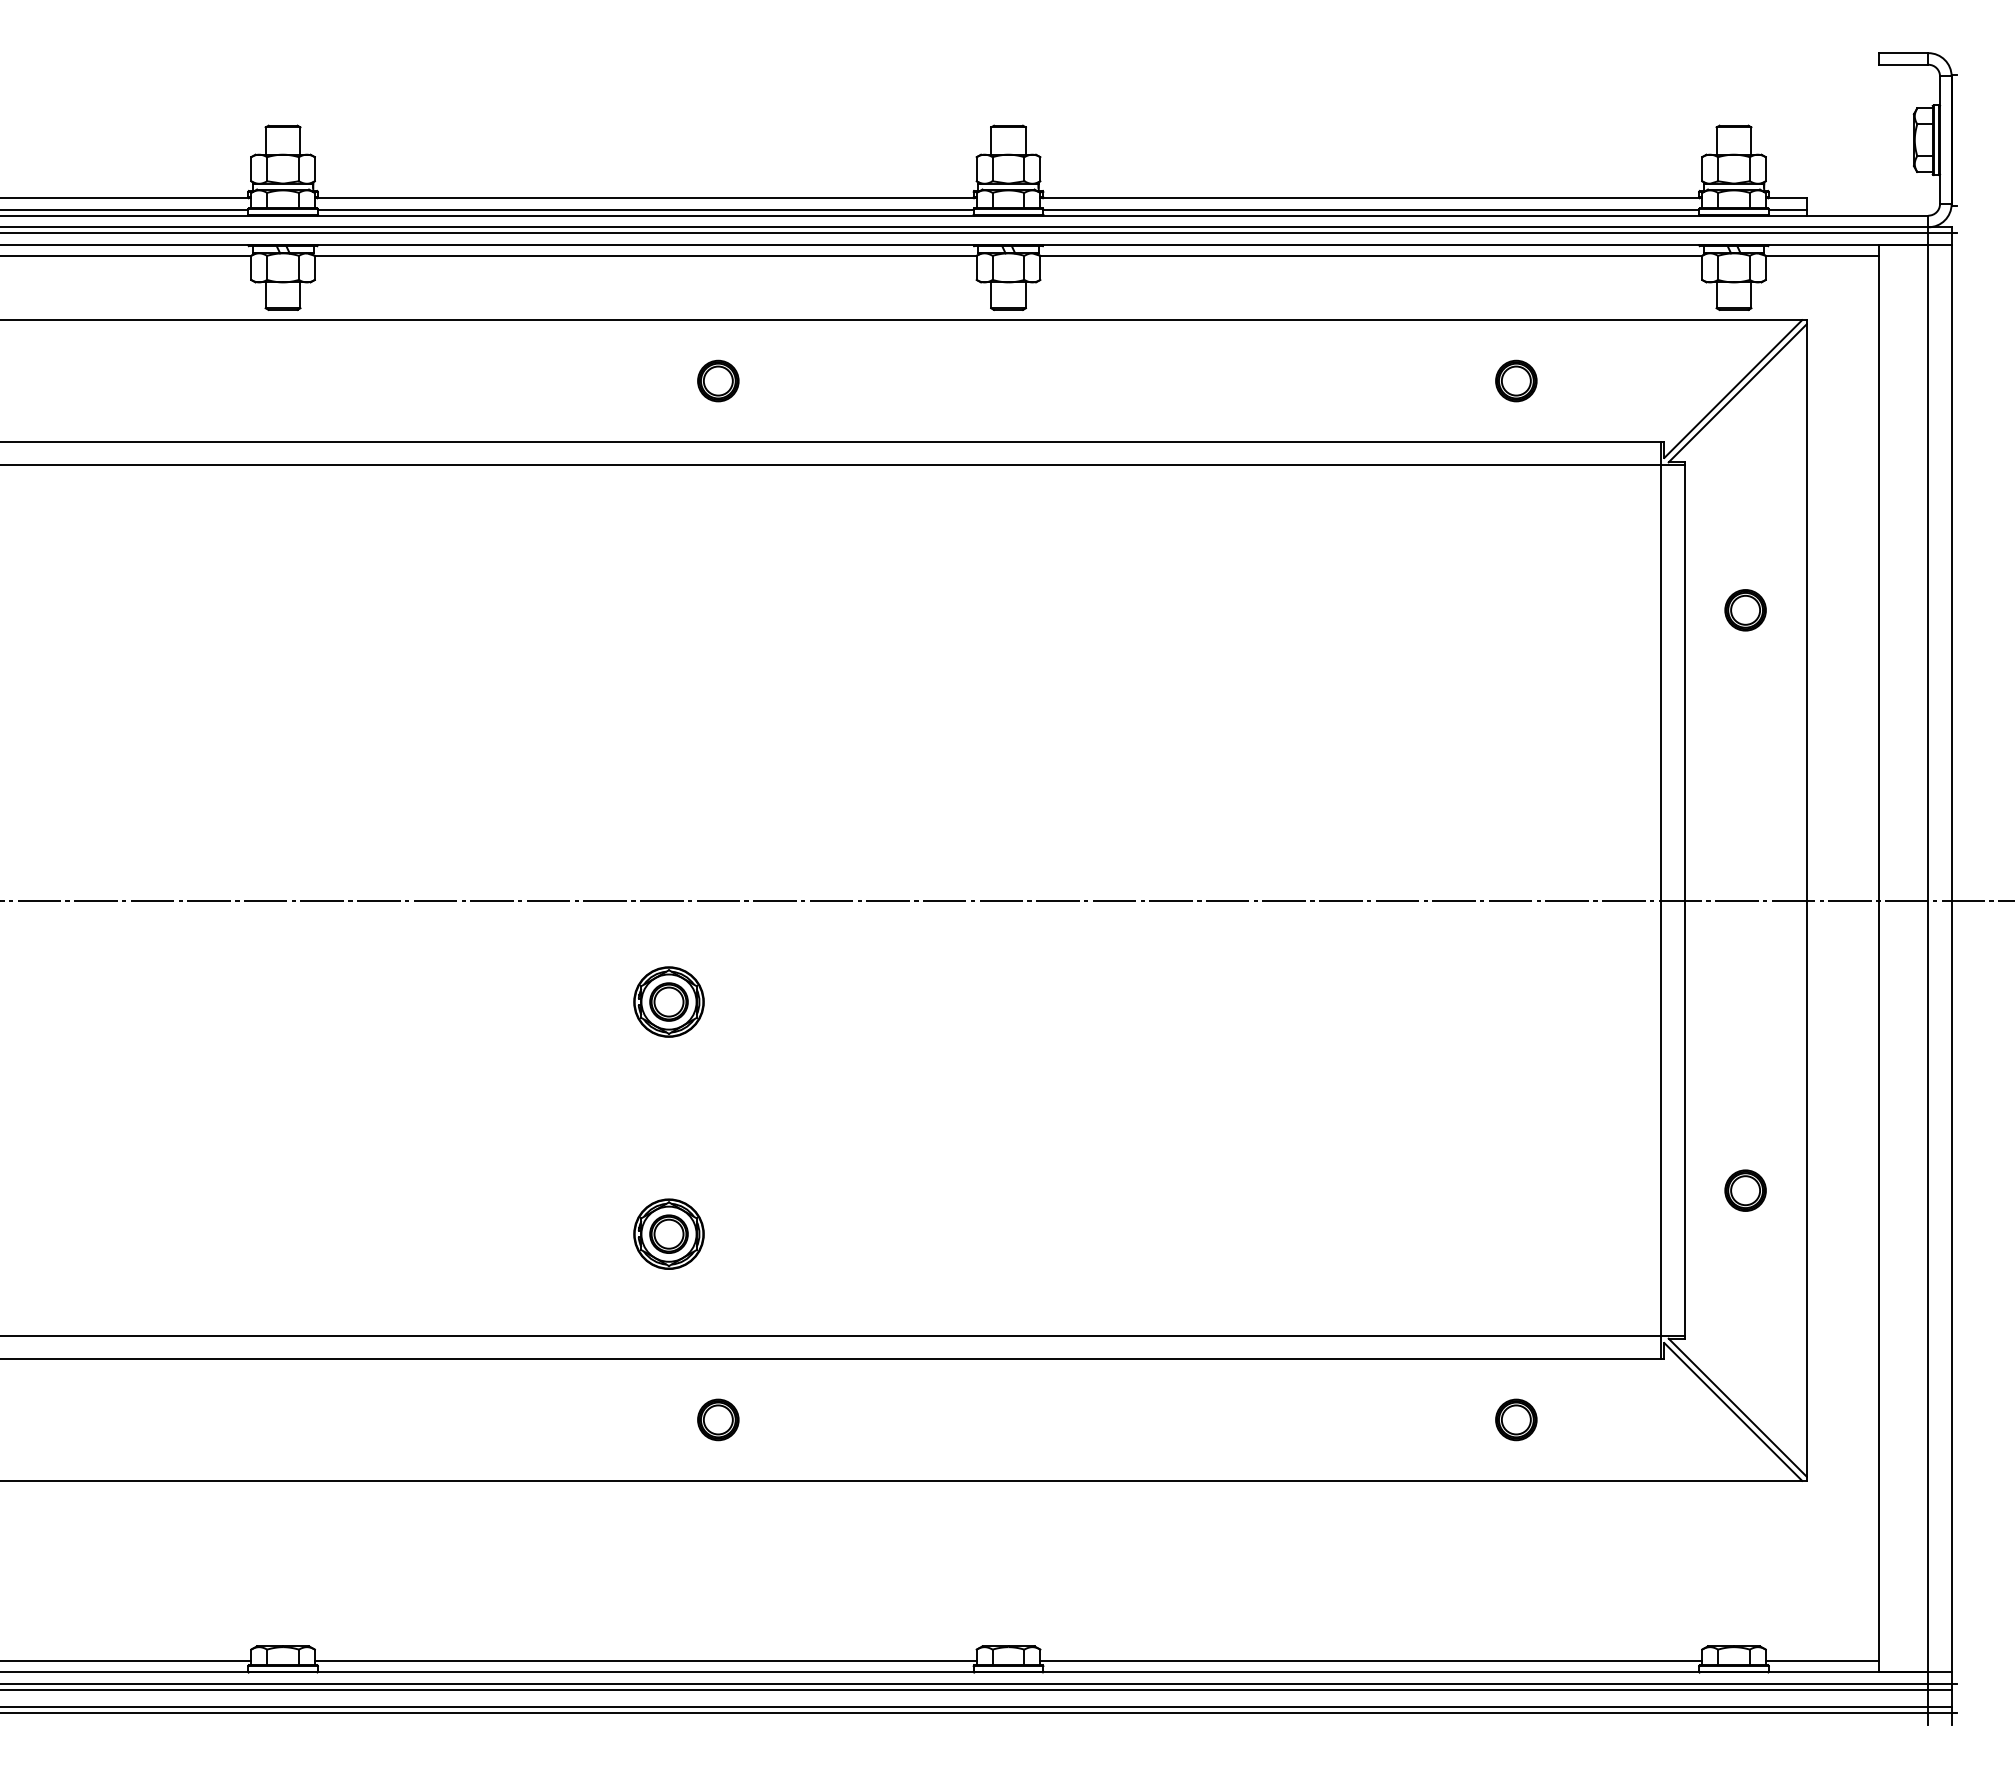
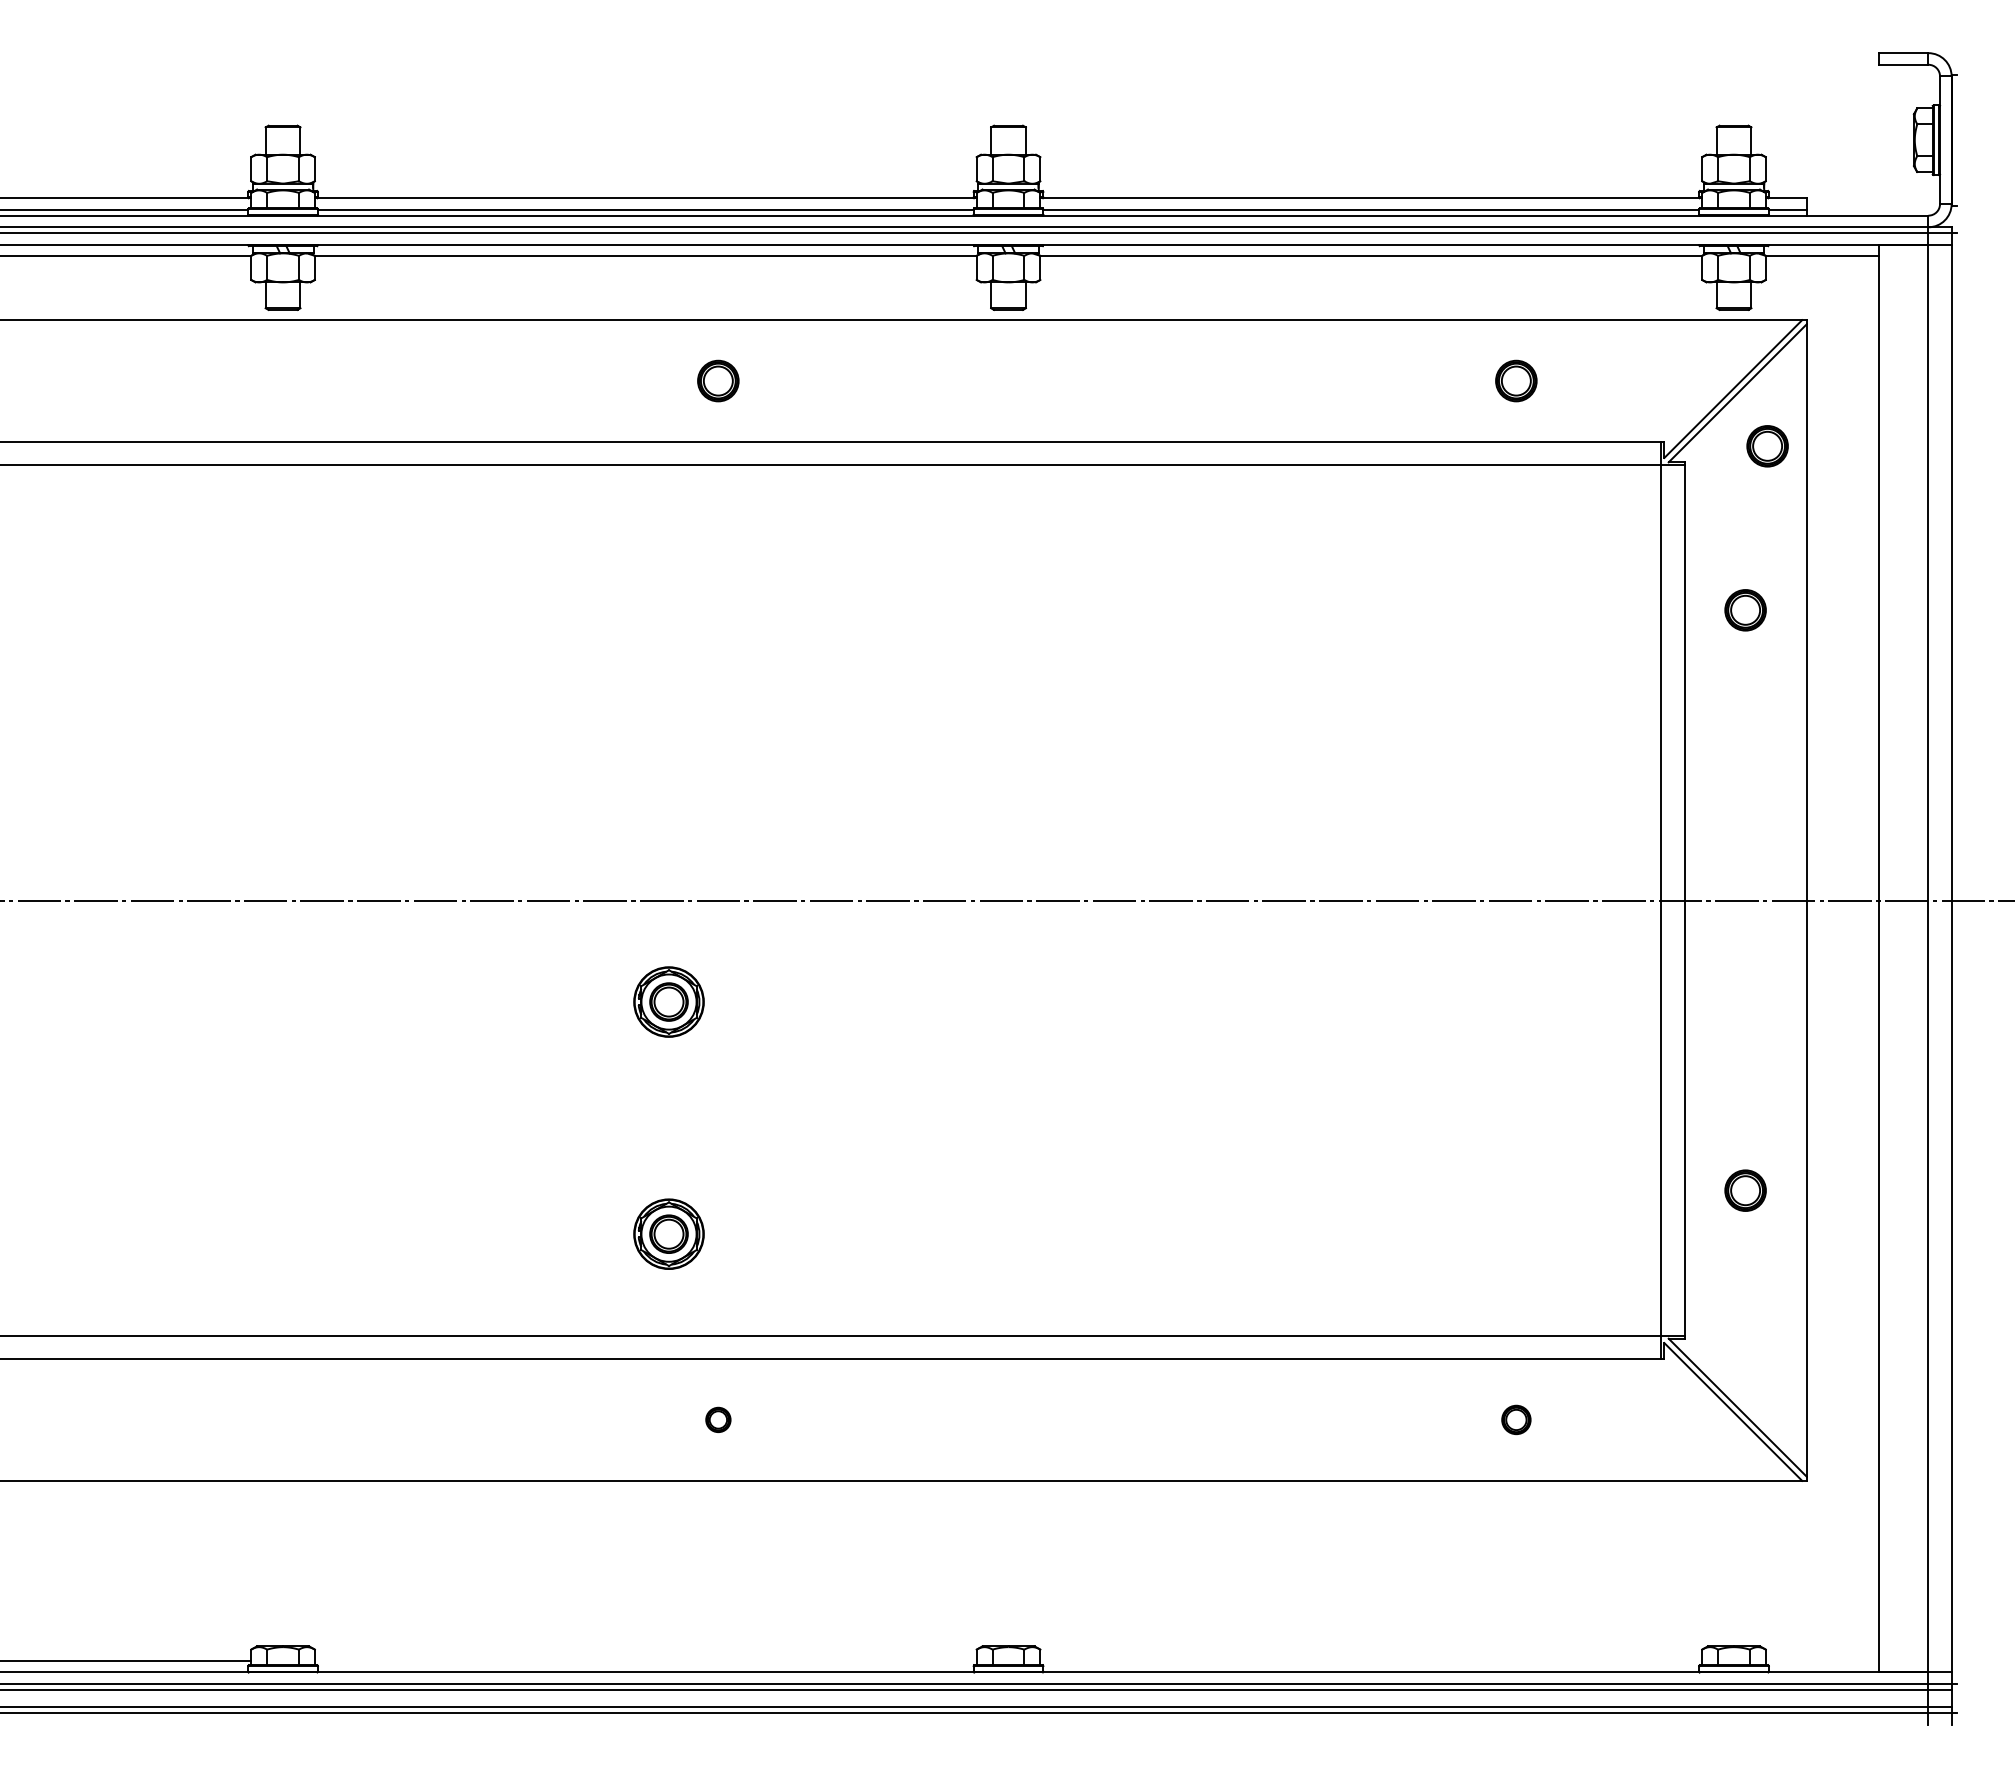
part at (1767, 446): none -> present
part at (718, 1419) size: 43x44 px -> 27x27 px
part at (1516, 1419) size: 43x44 px -> 31x32 px
line at (645, 1660): present -> none
line at (1371, 1660): present -> none
line at (1822, 1660): present -> none
